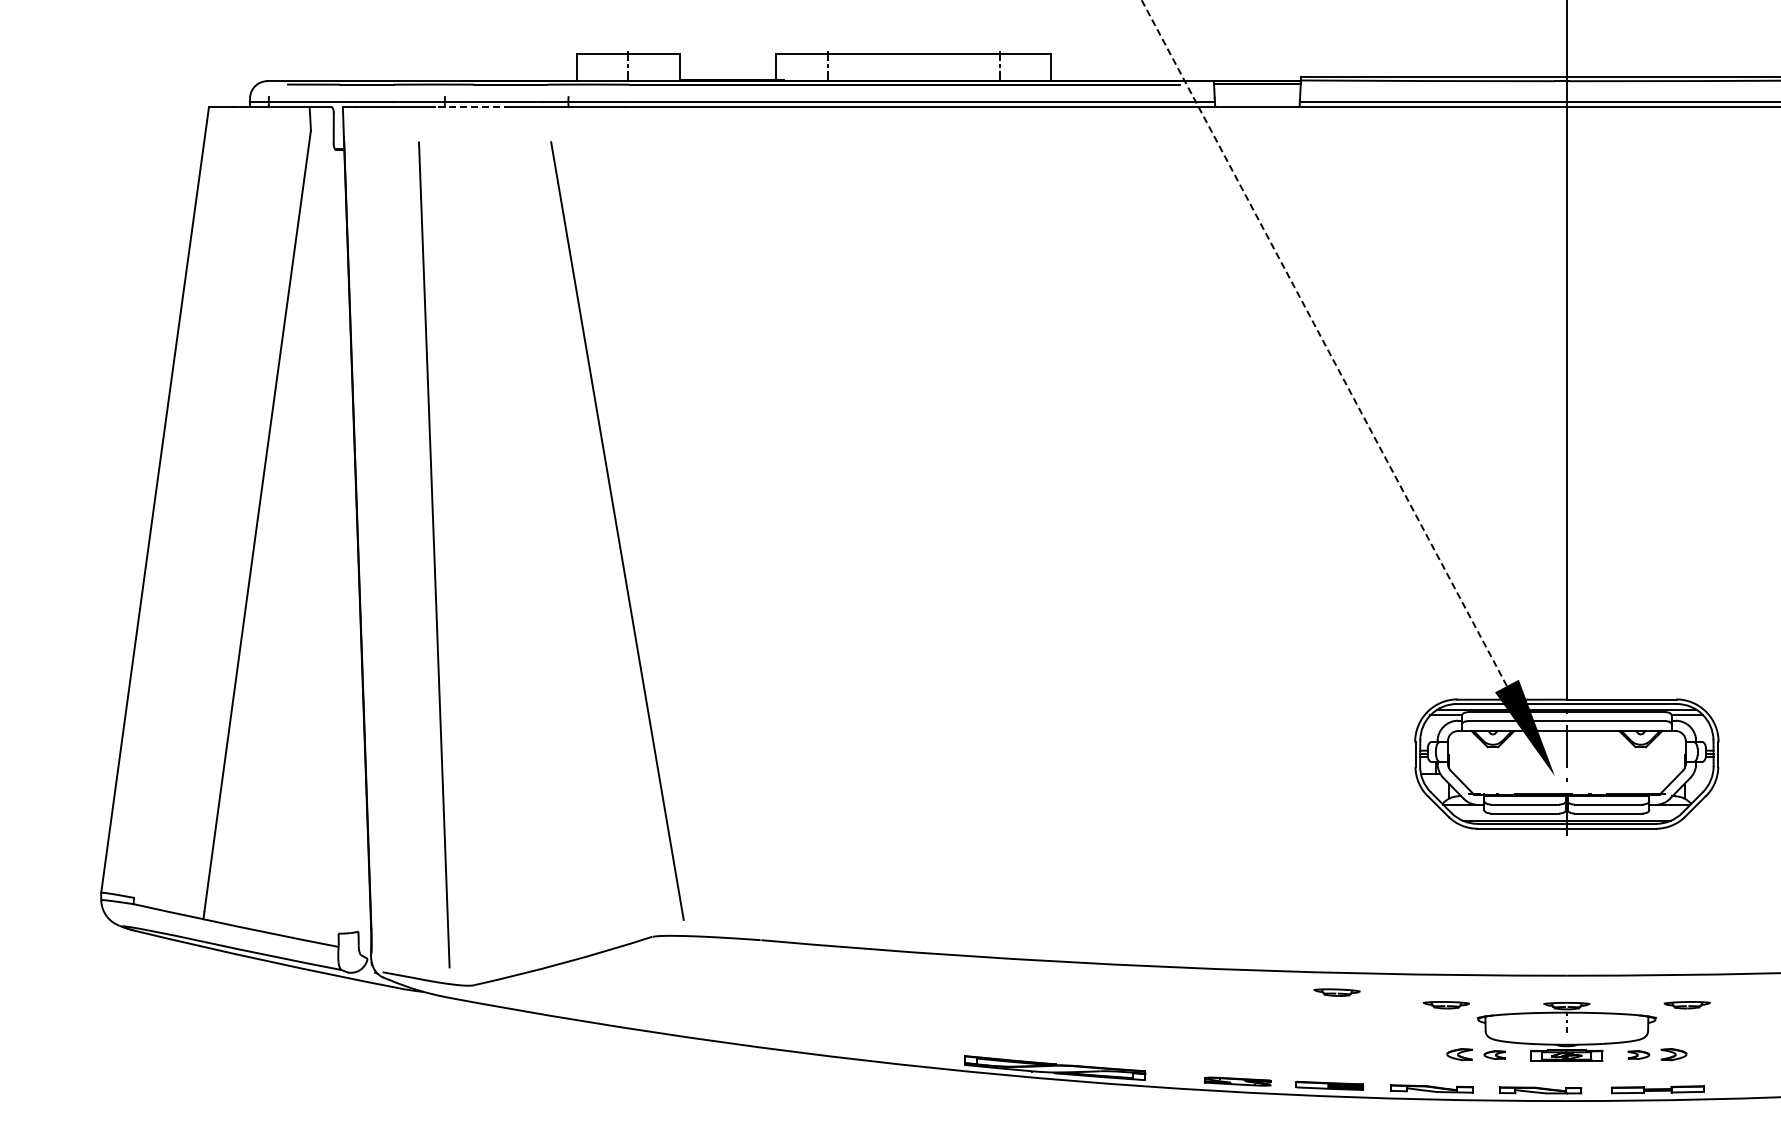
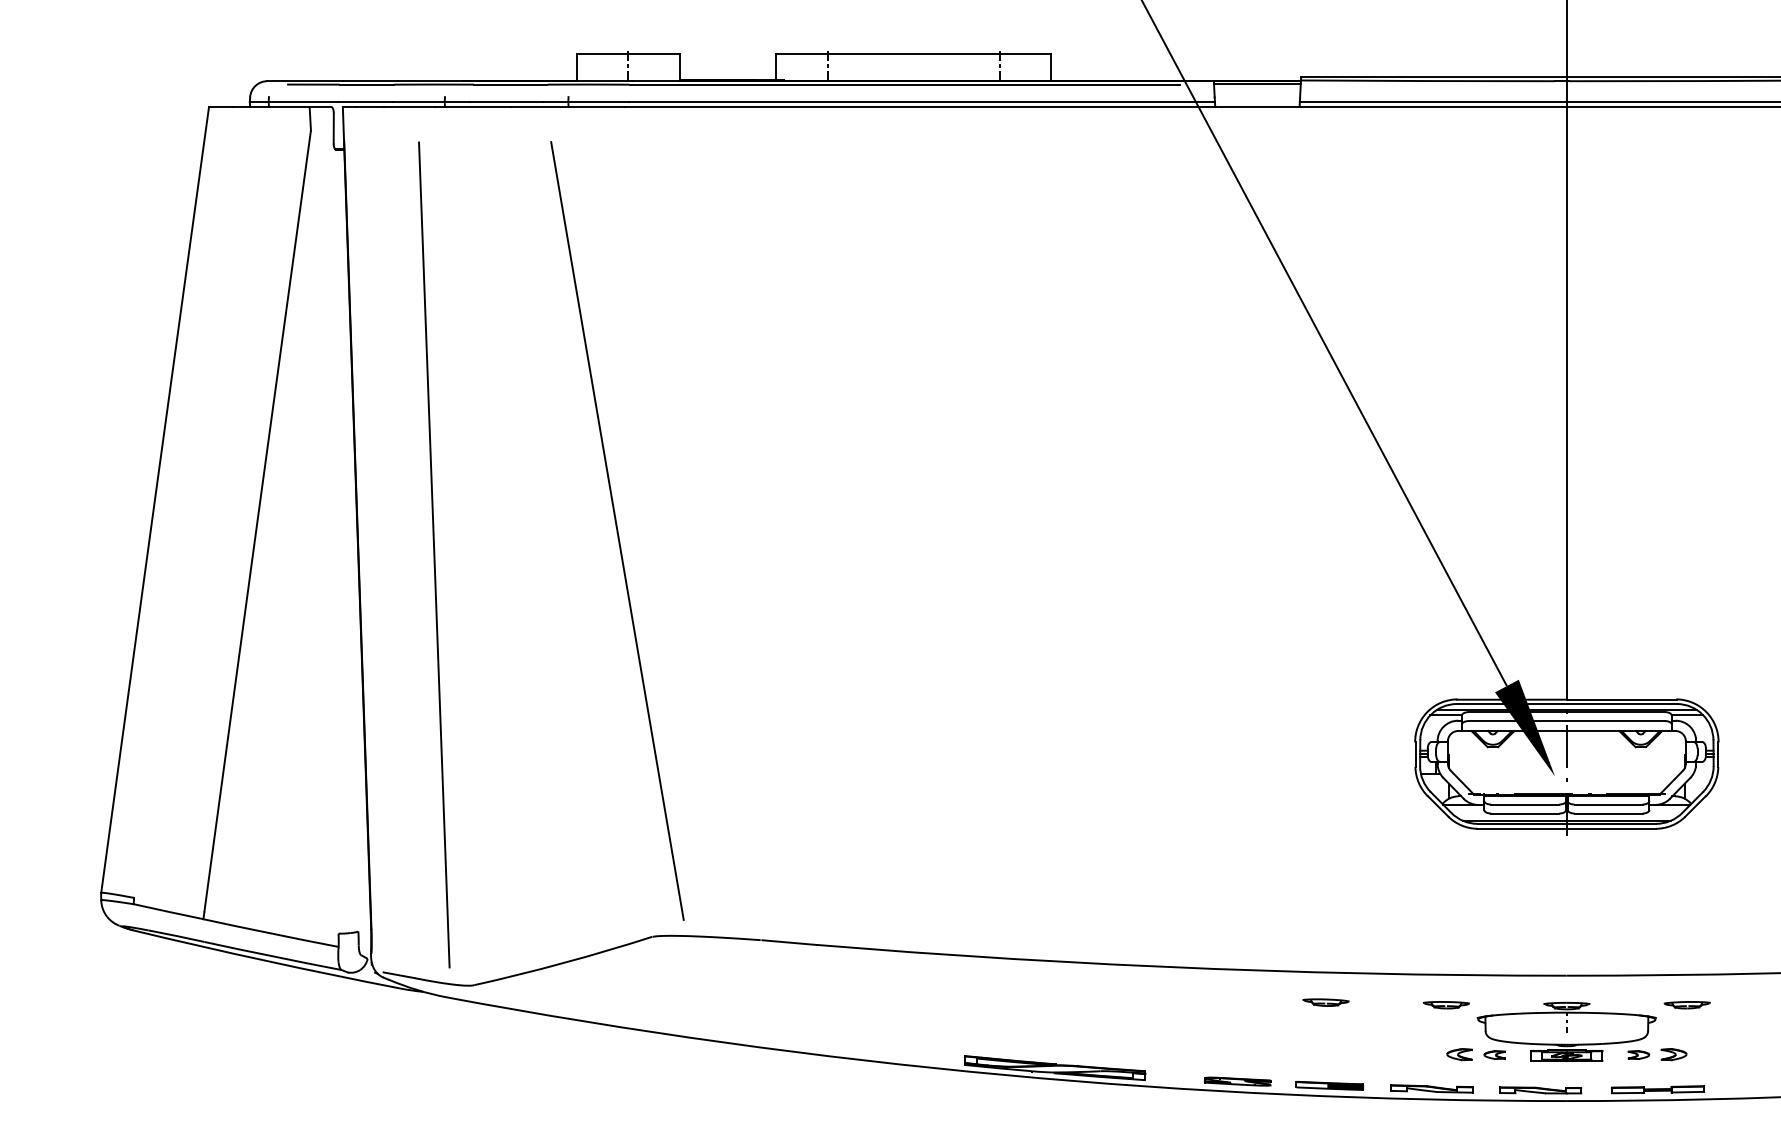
line at (472, 107): dashed -> solid
line at (1324, 342): dashed -> solid
part at (1336, 992) position: (1336, 992) -> (1325, 1002)
